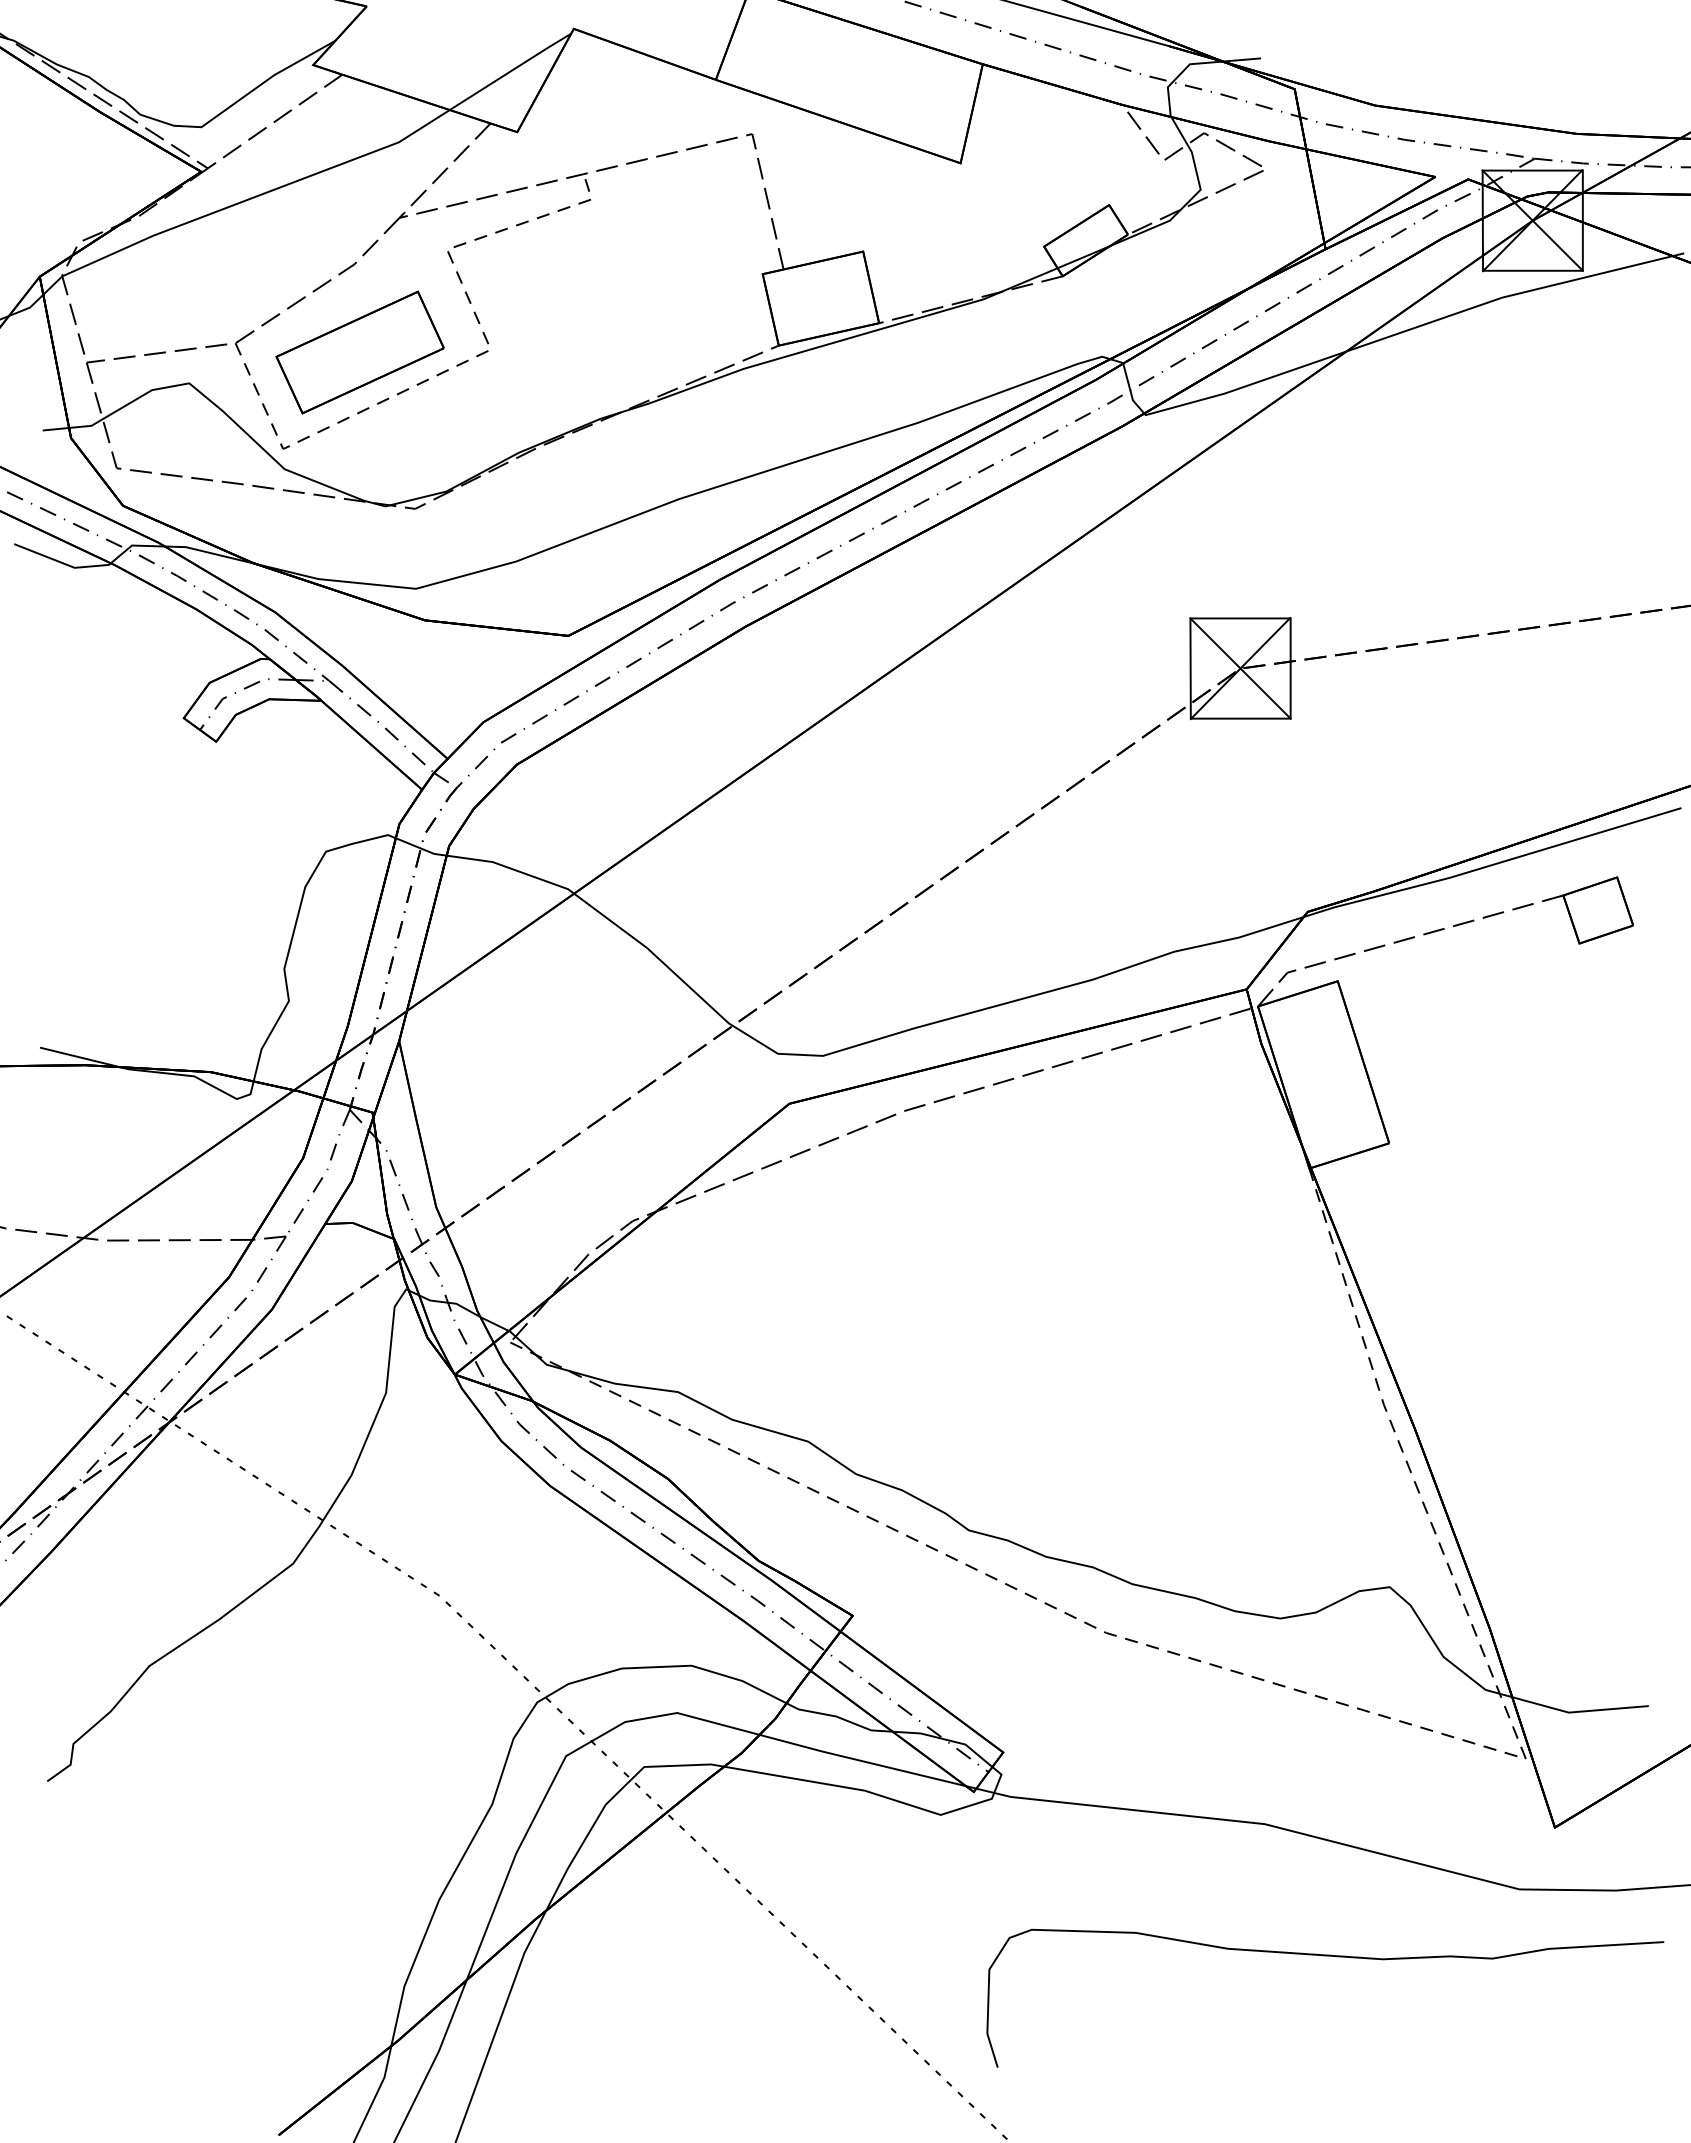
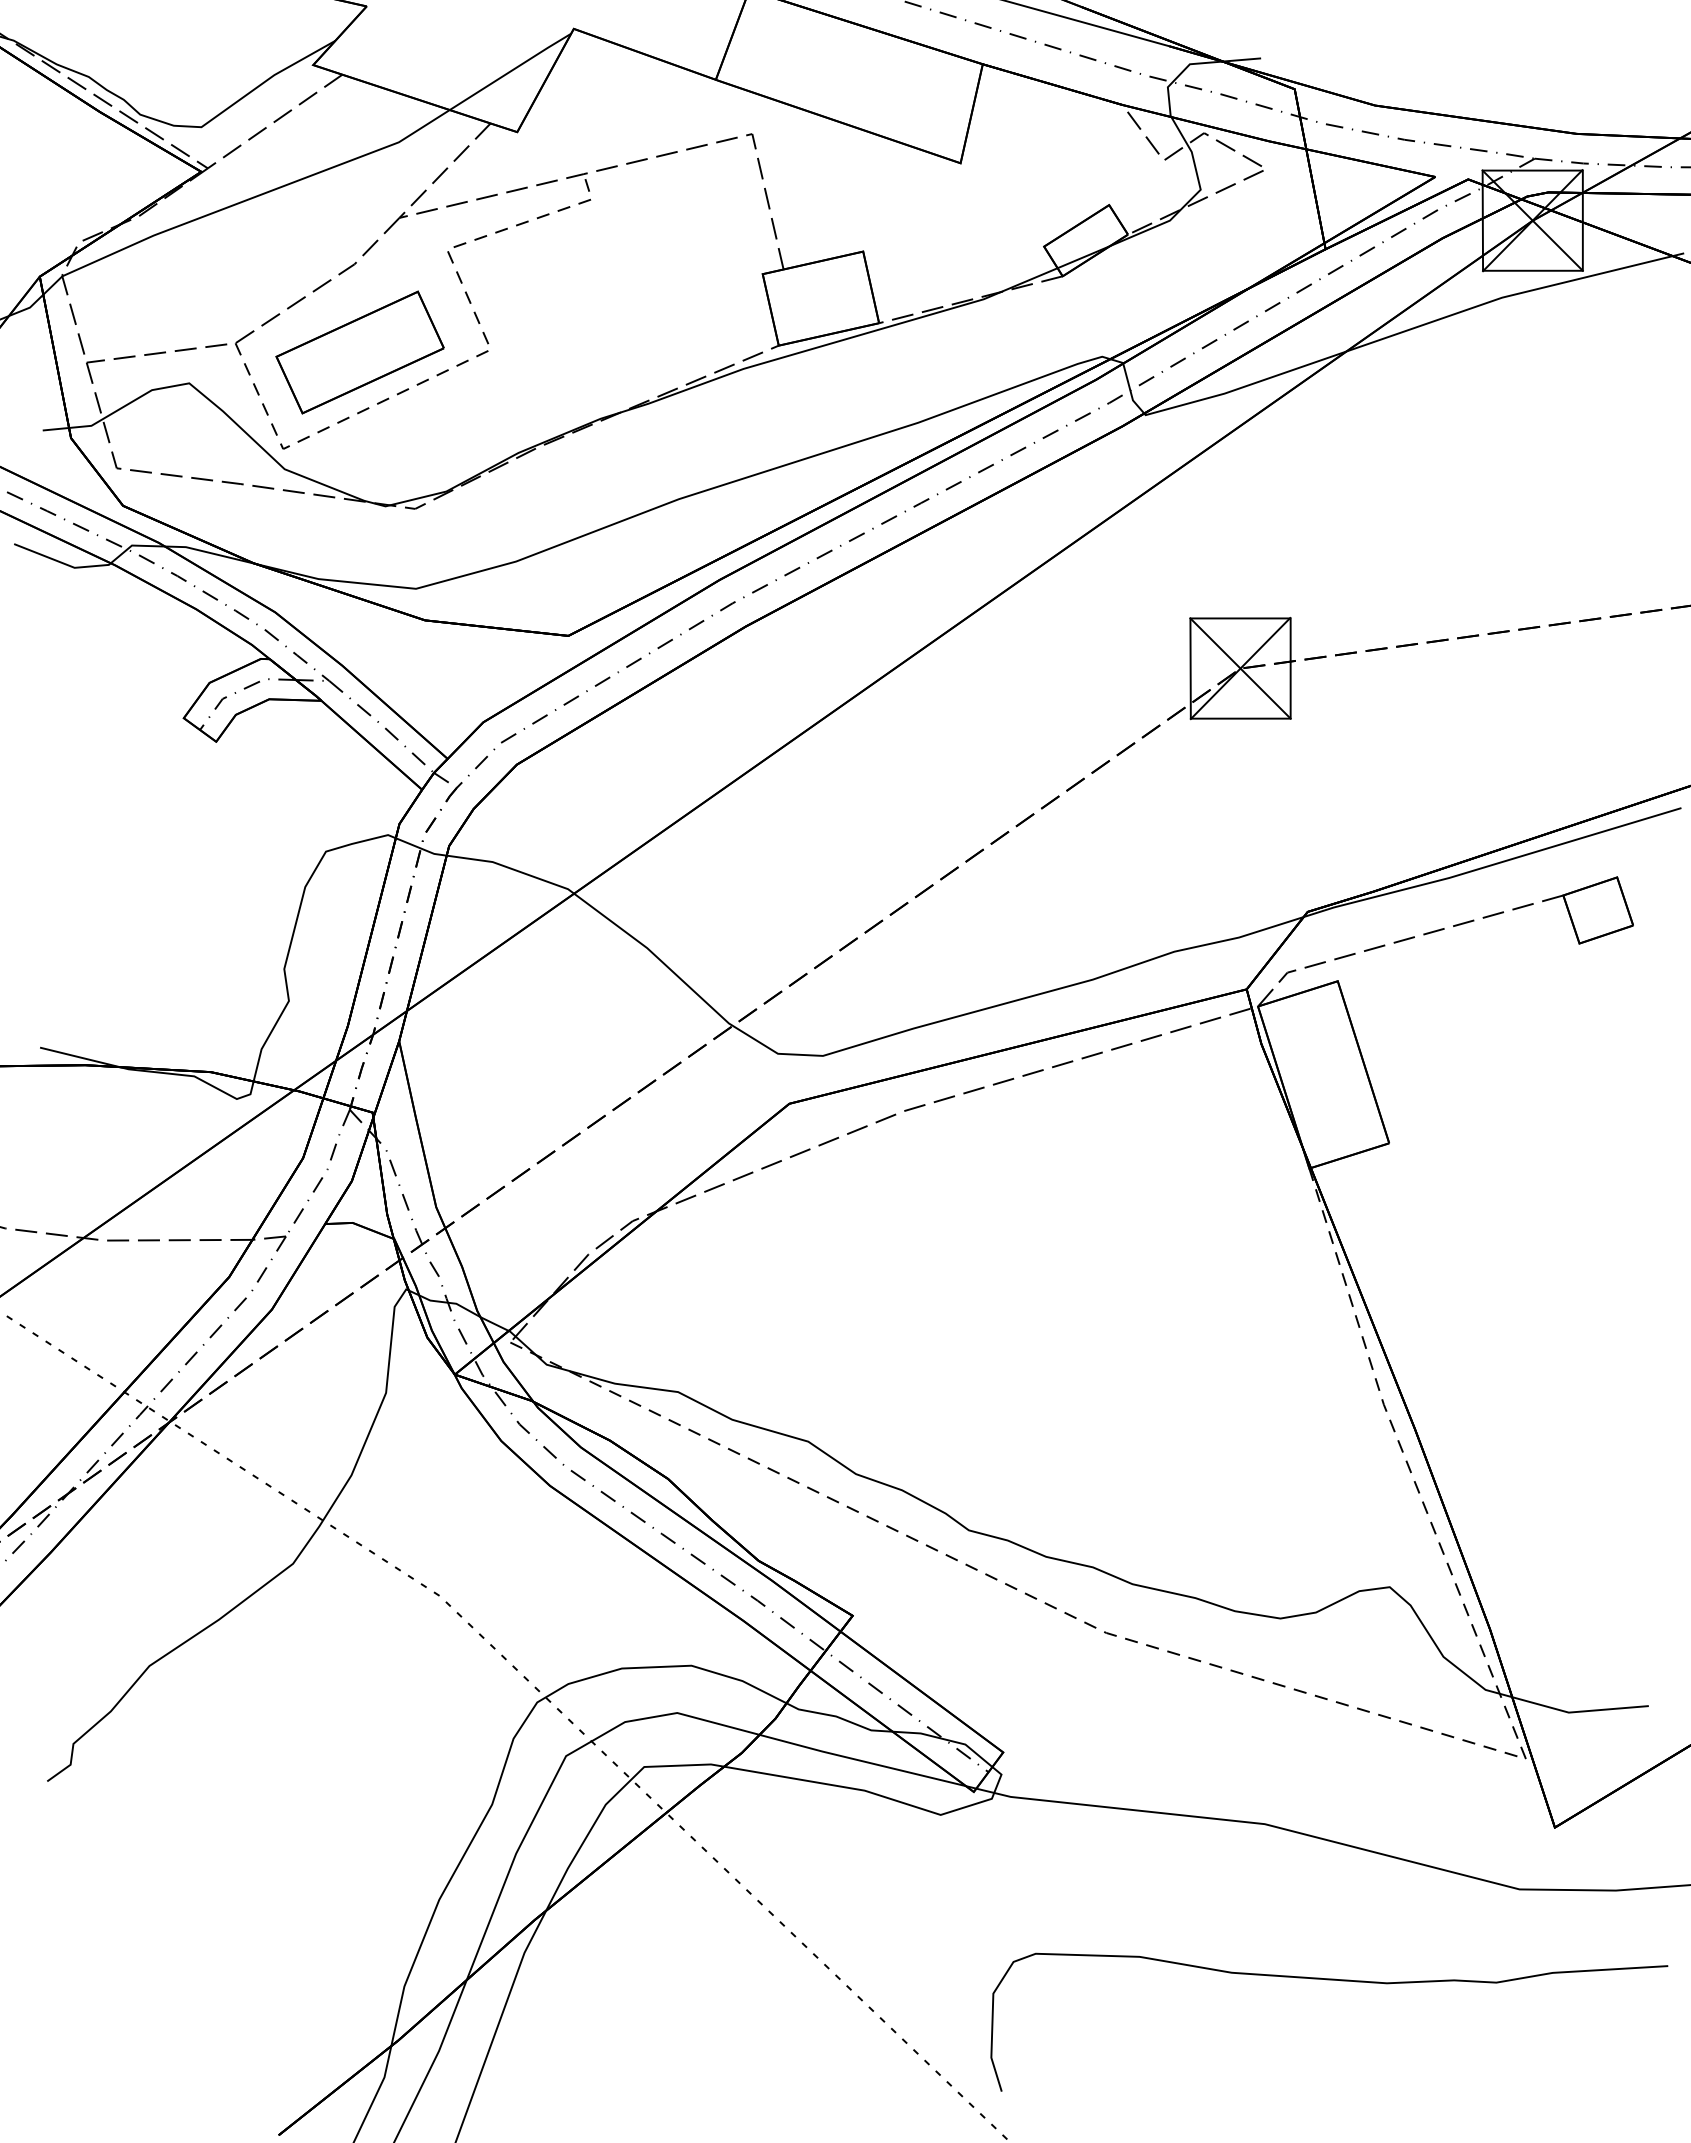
curve at (1325, 1956) position: (1325, 1956) -> (1329, 1980)
